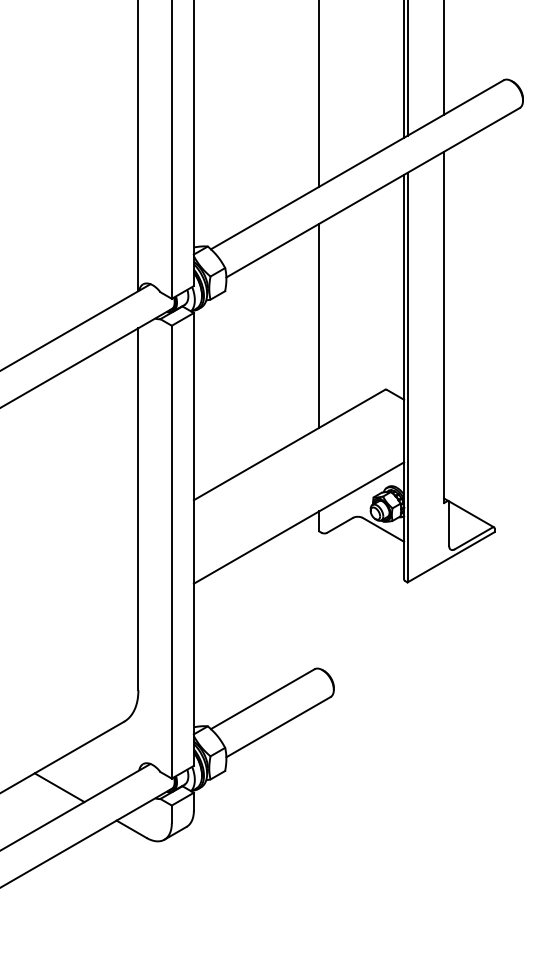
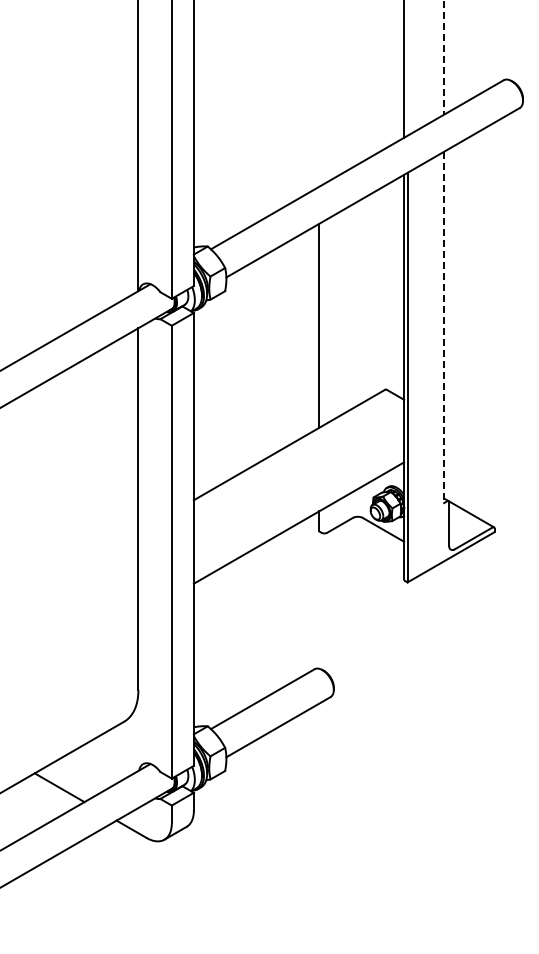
line at (444, 57): solid -> dashed
line at (407, 68): present -> none
line at (319, 94): present -> none
line at (444, 327): solid -> dashed
